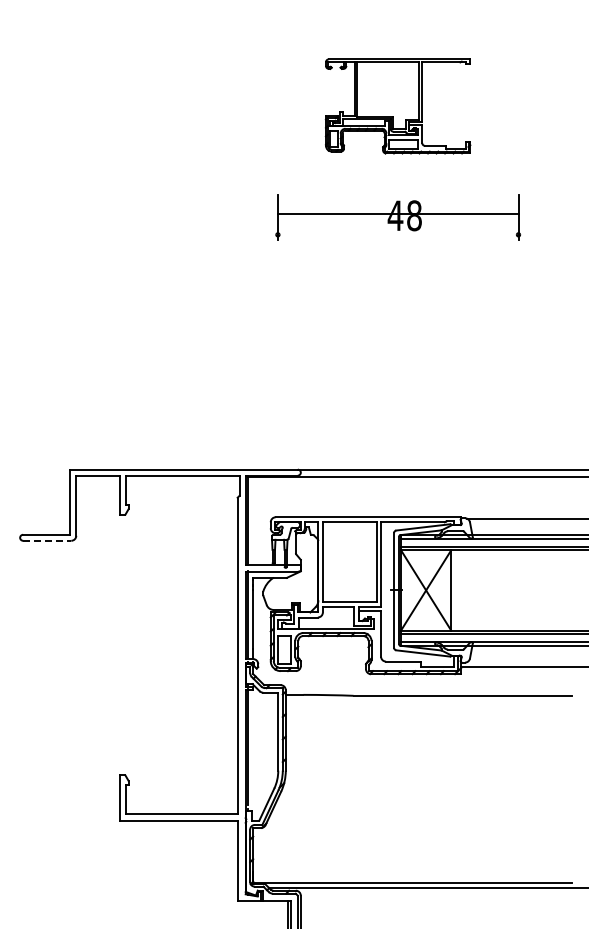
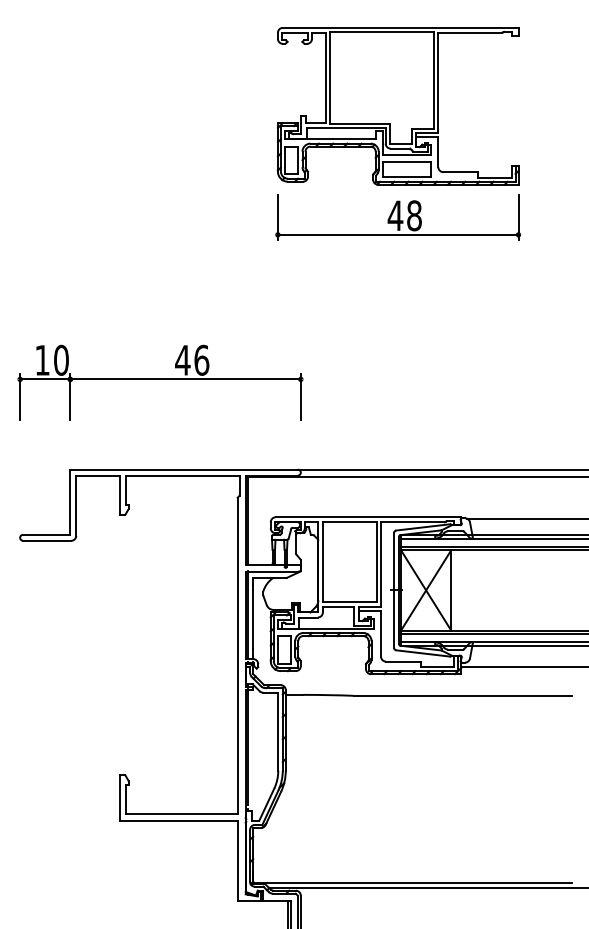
part at (397, 106) size: 148x97 px -> 244x159 px
line at (397, 213) position: (397, 213) -> (397, 234)
part at (160, 382): none -> present
line at (47, 540): dashed -> solid
